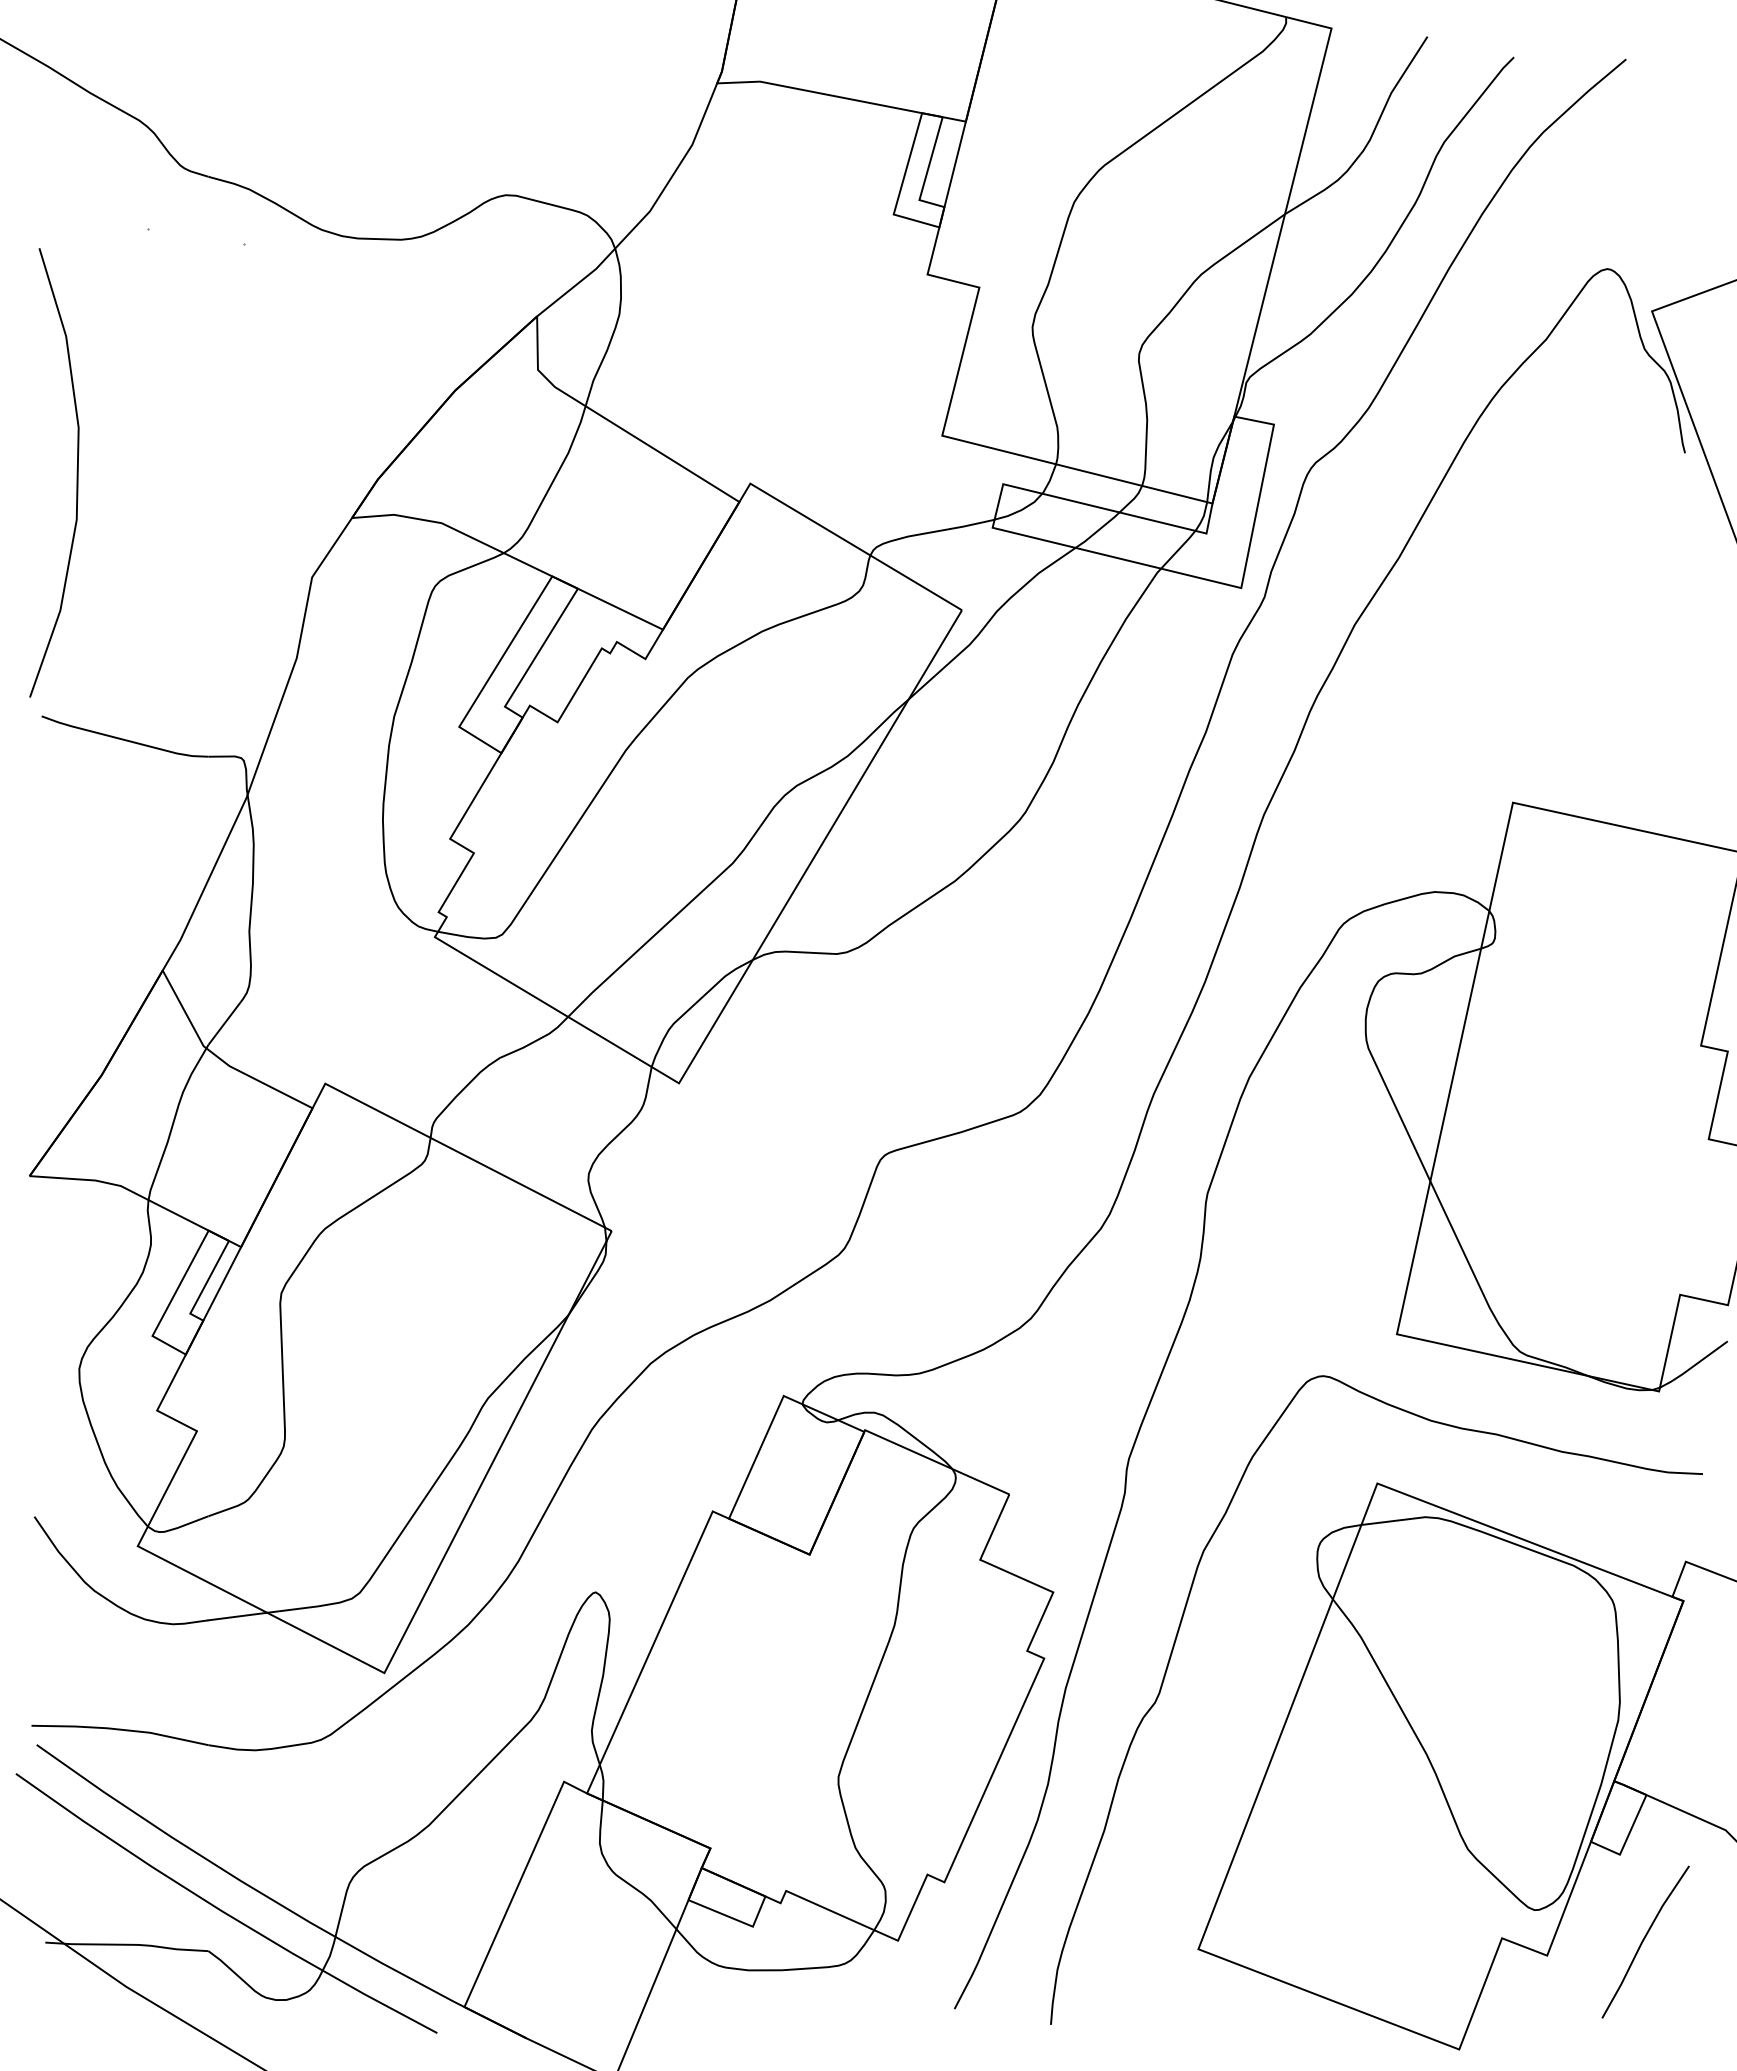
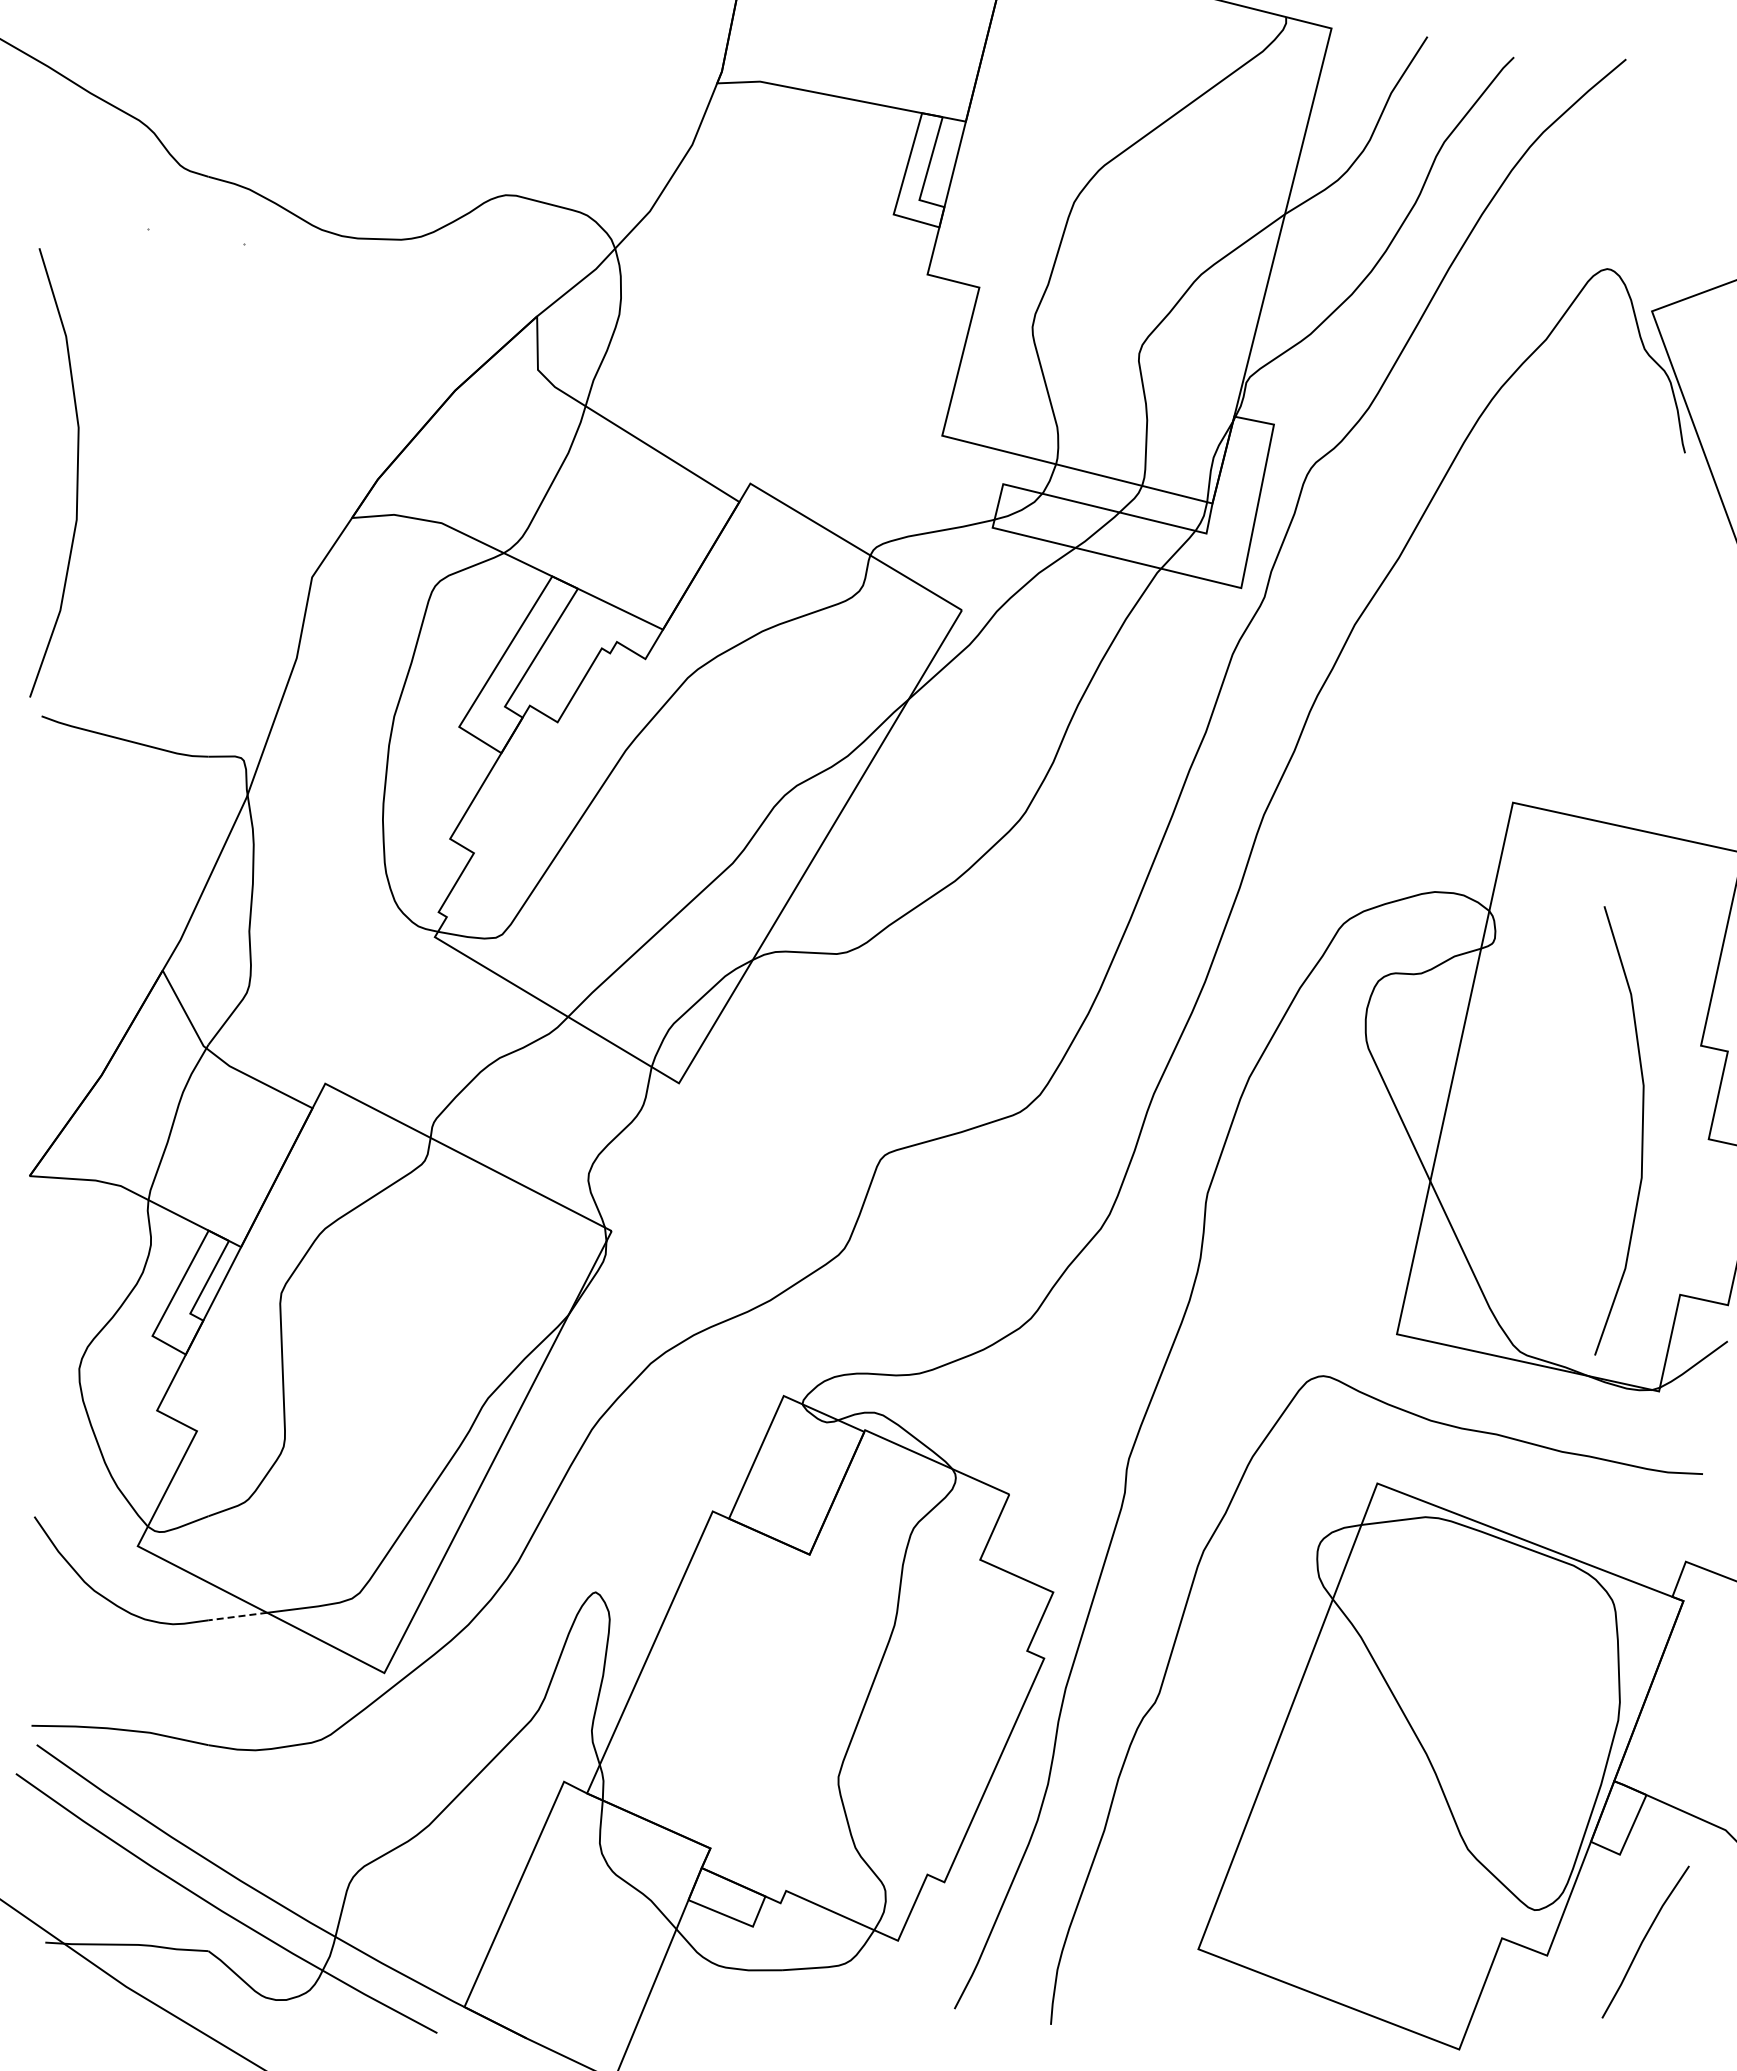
curve at (1641, 1130): none -> present
line at (237, 1616): solid -> dashed
